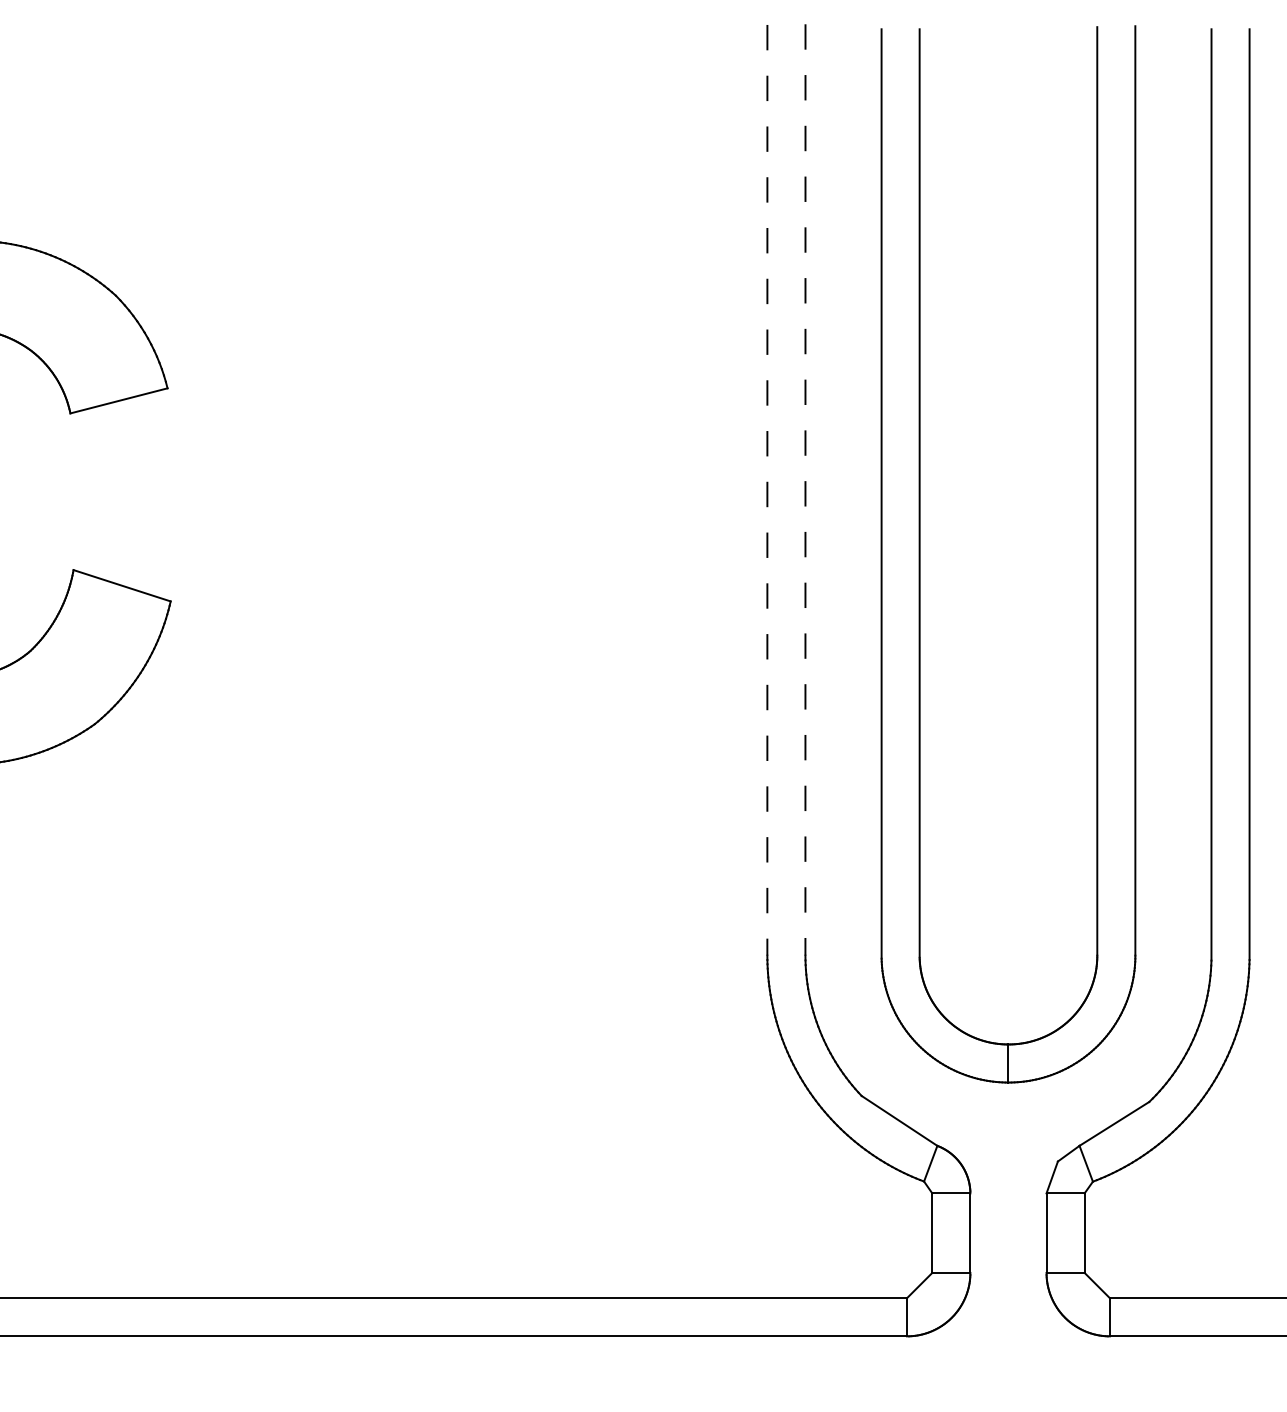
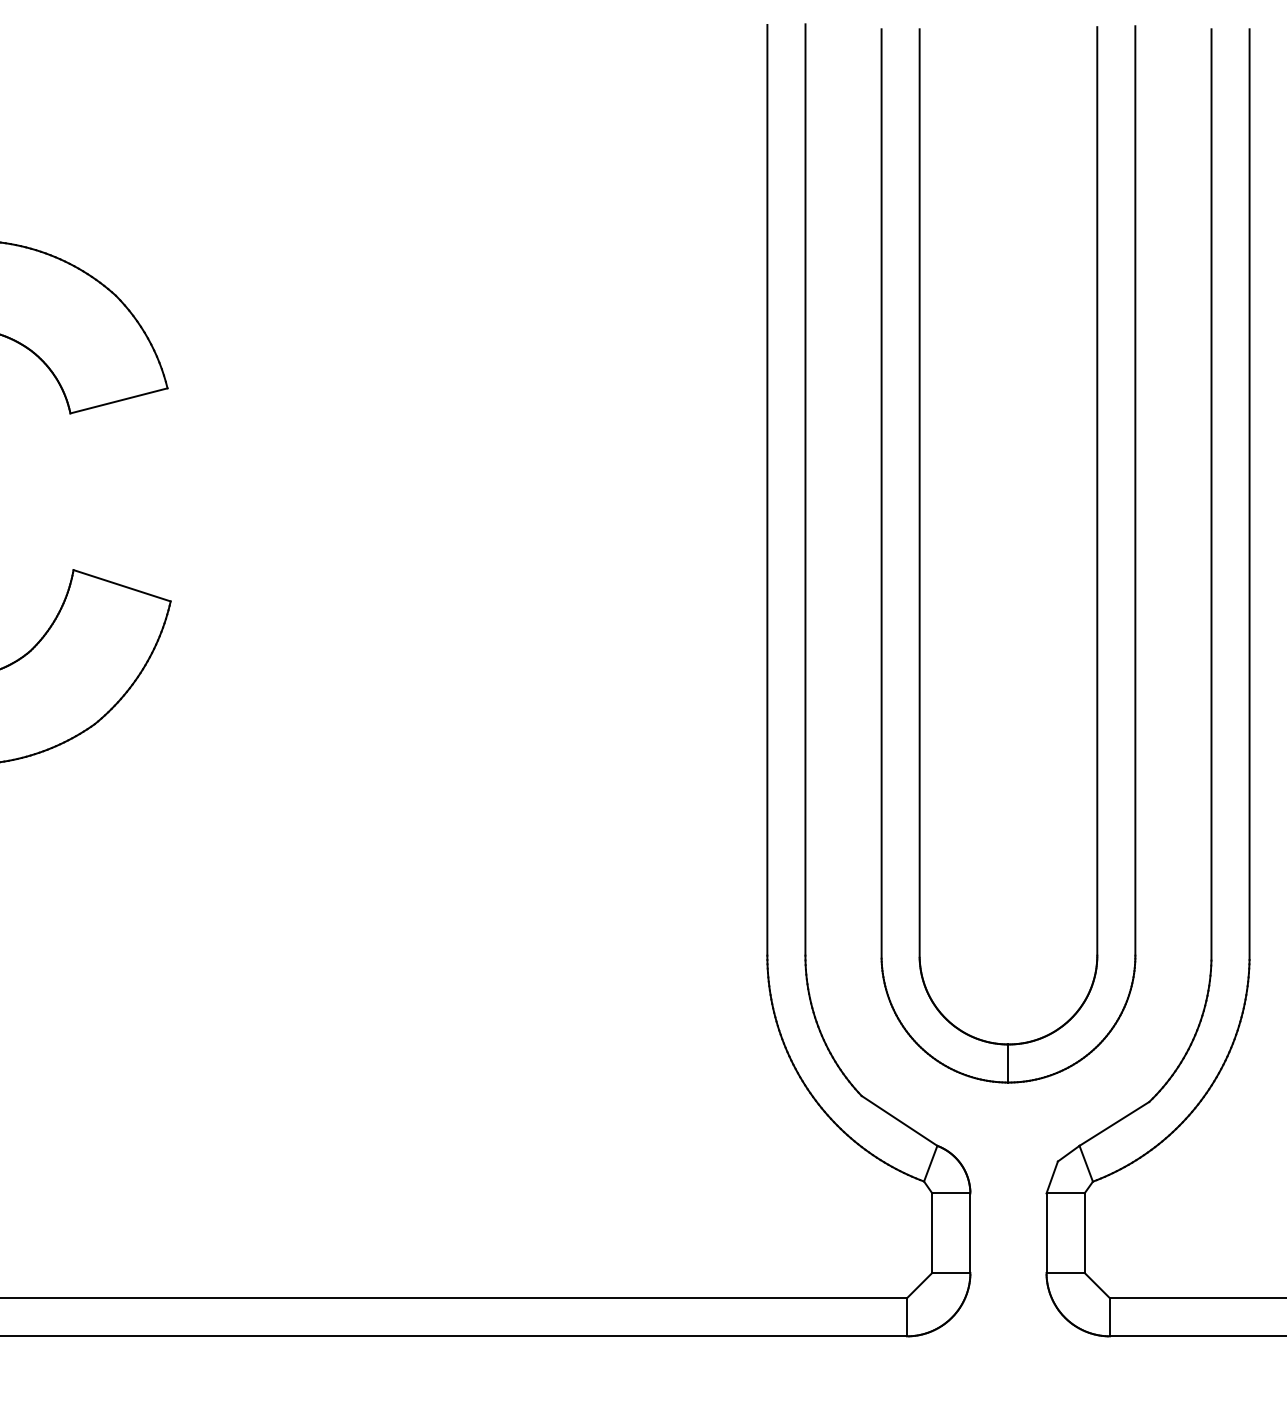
line at (805, 489): dashed -> solid
line at (767, 490): dashed -> solid
